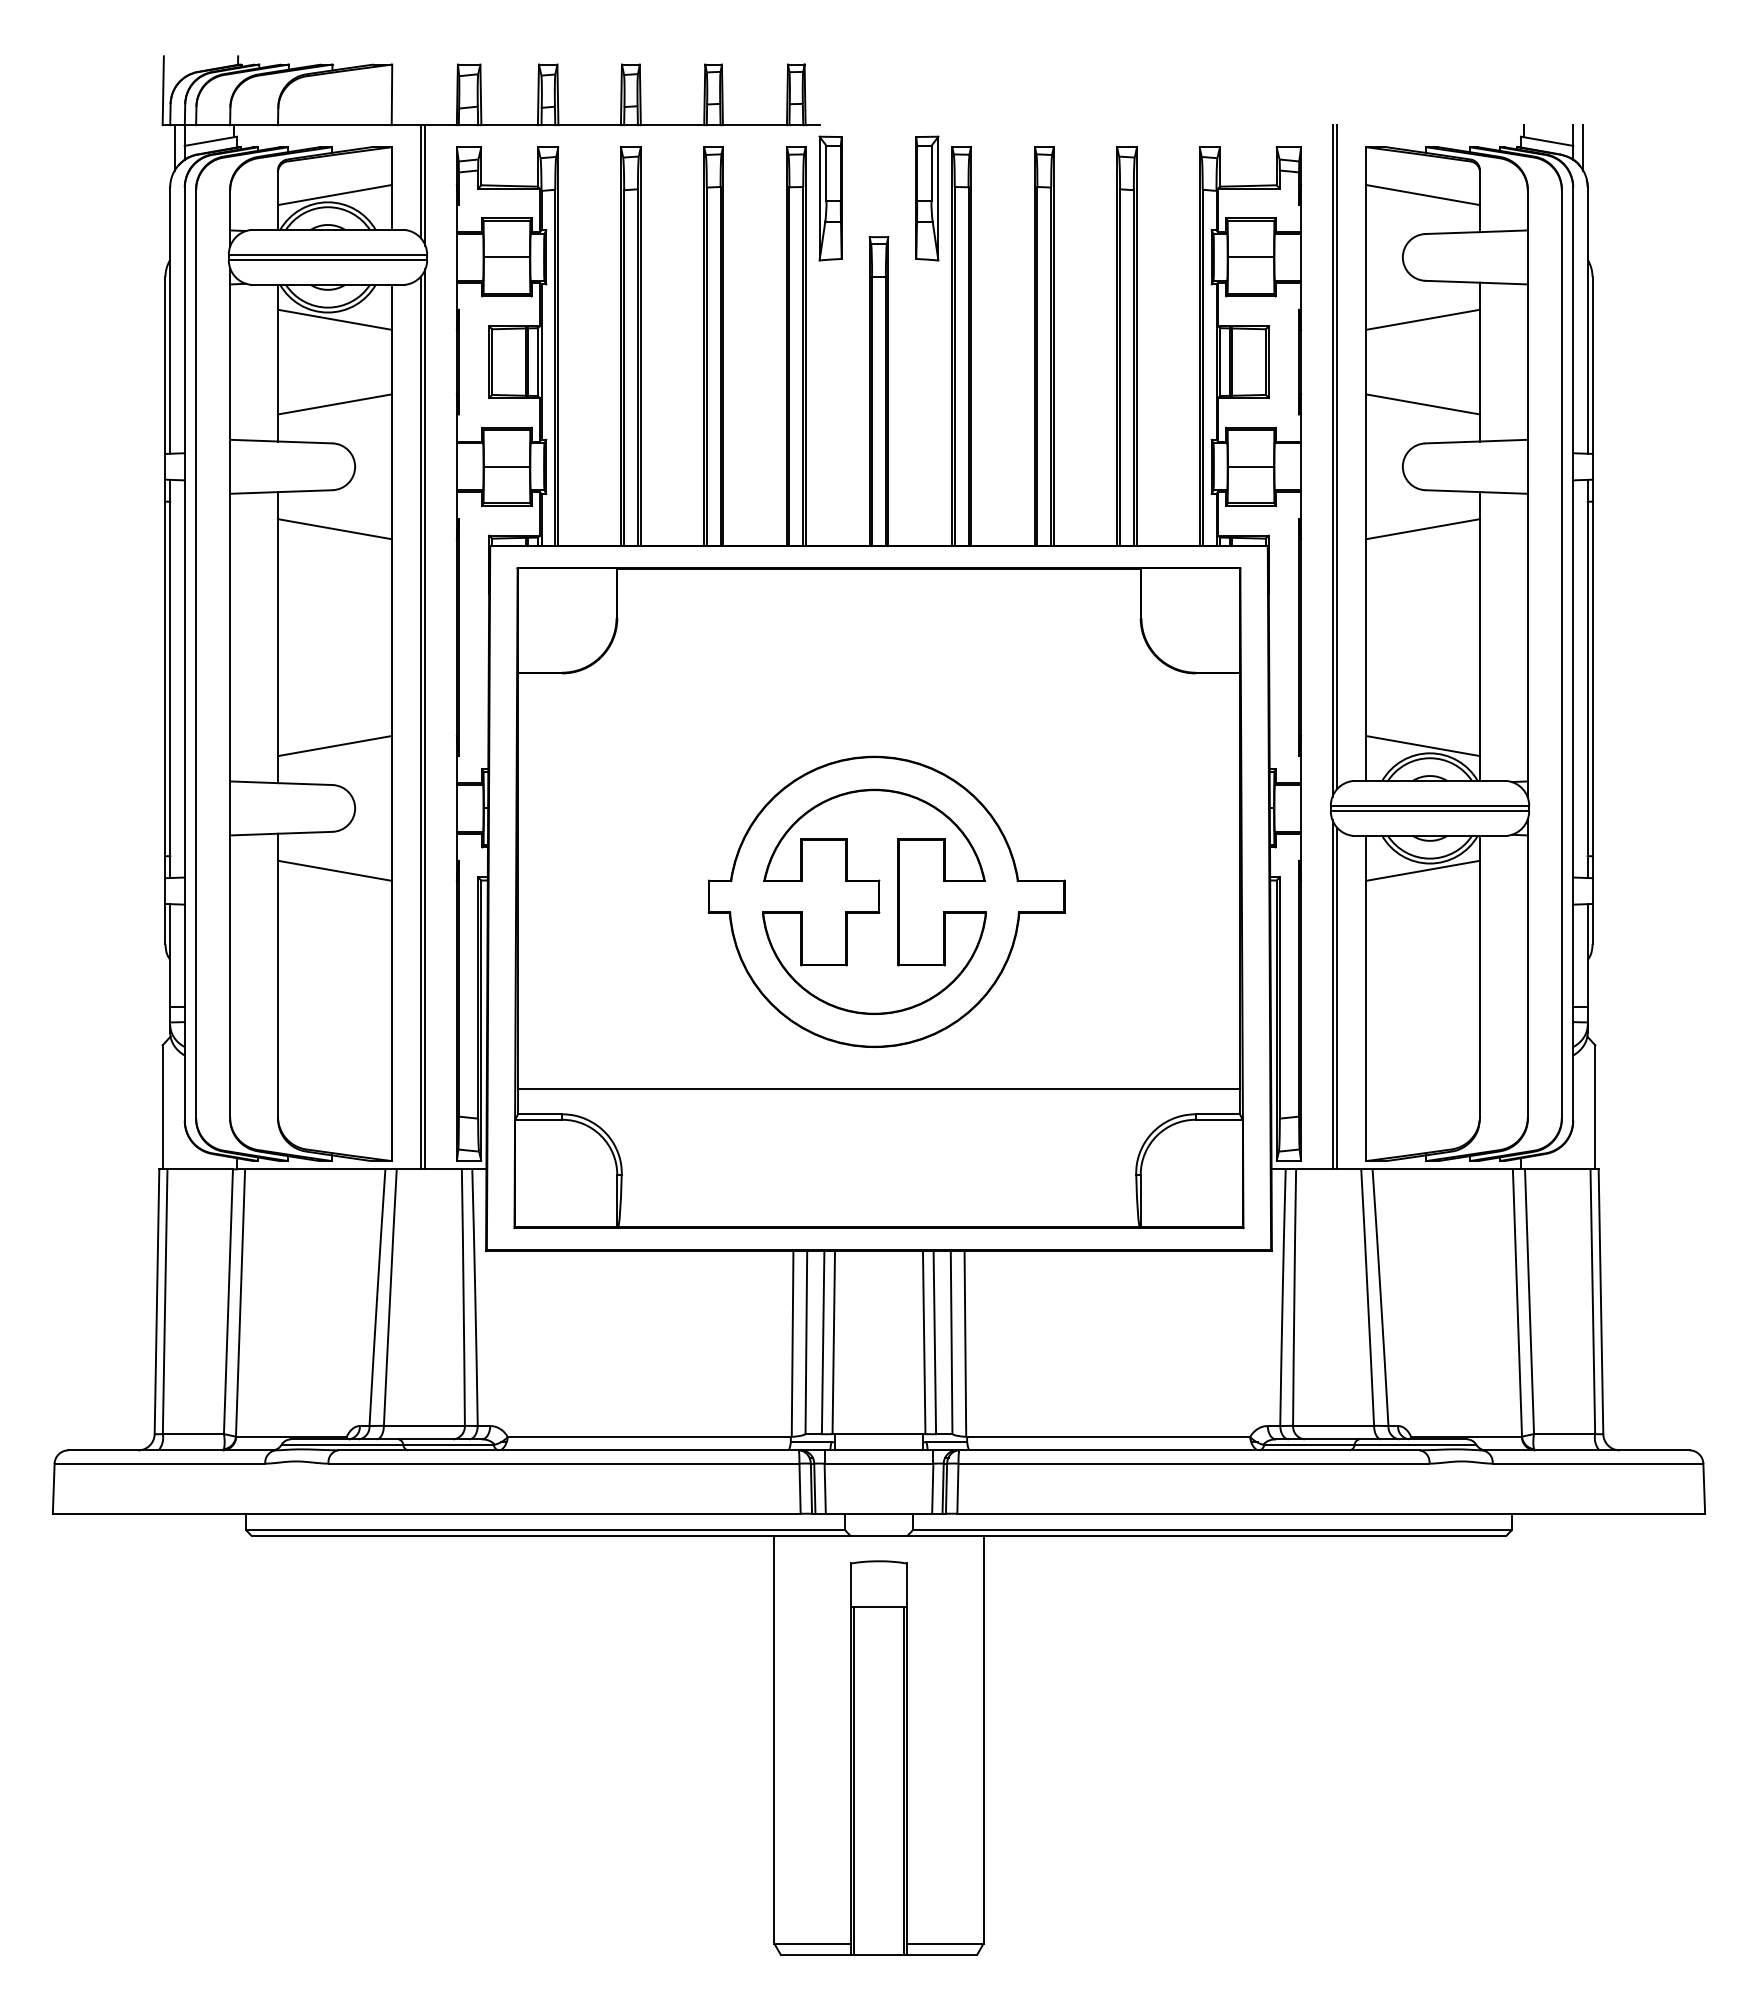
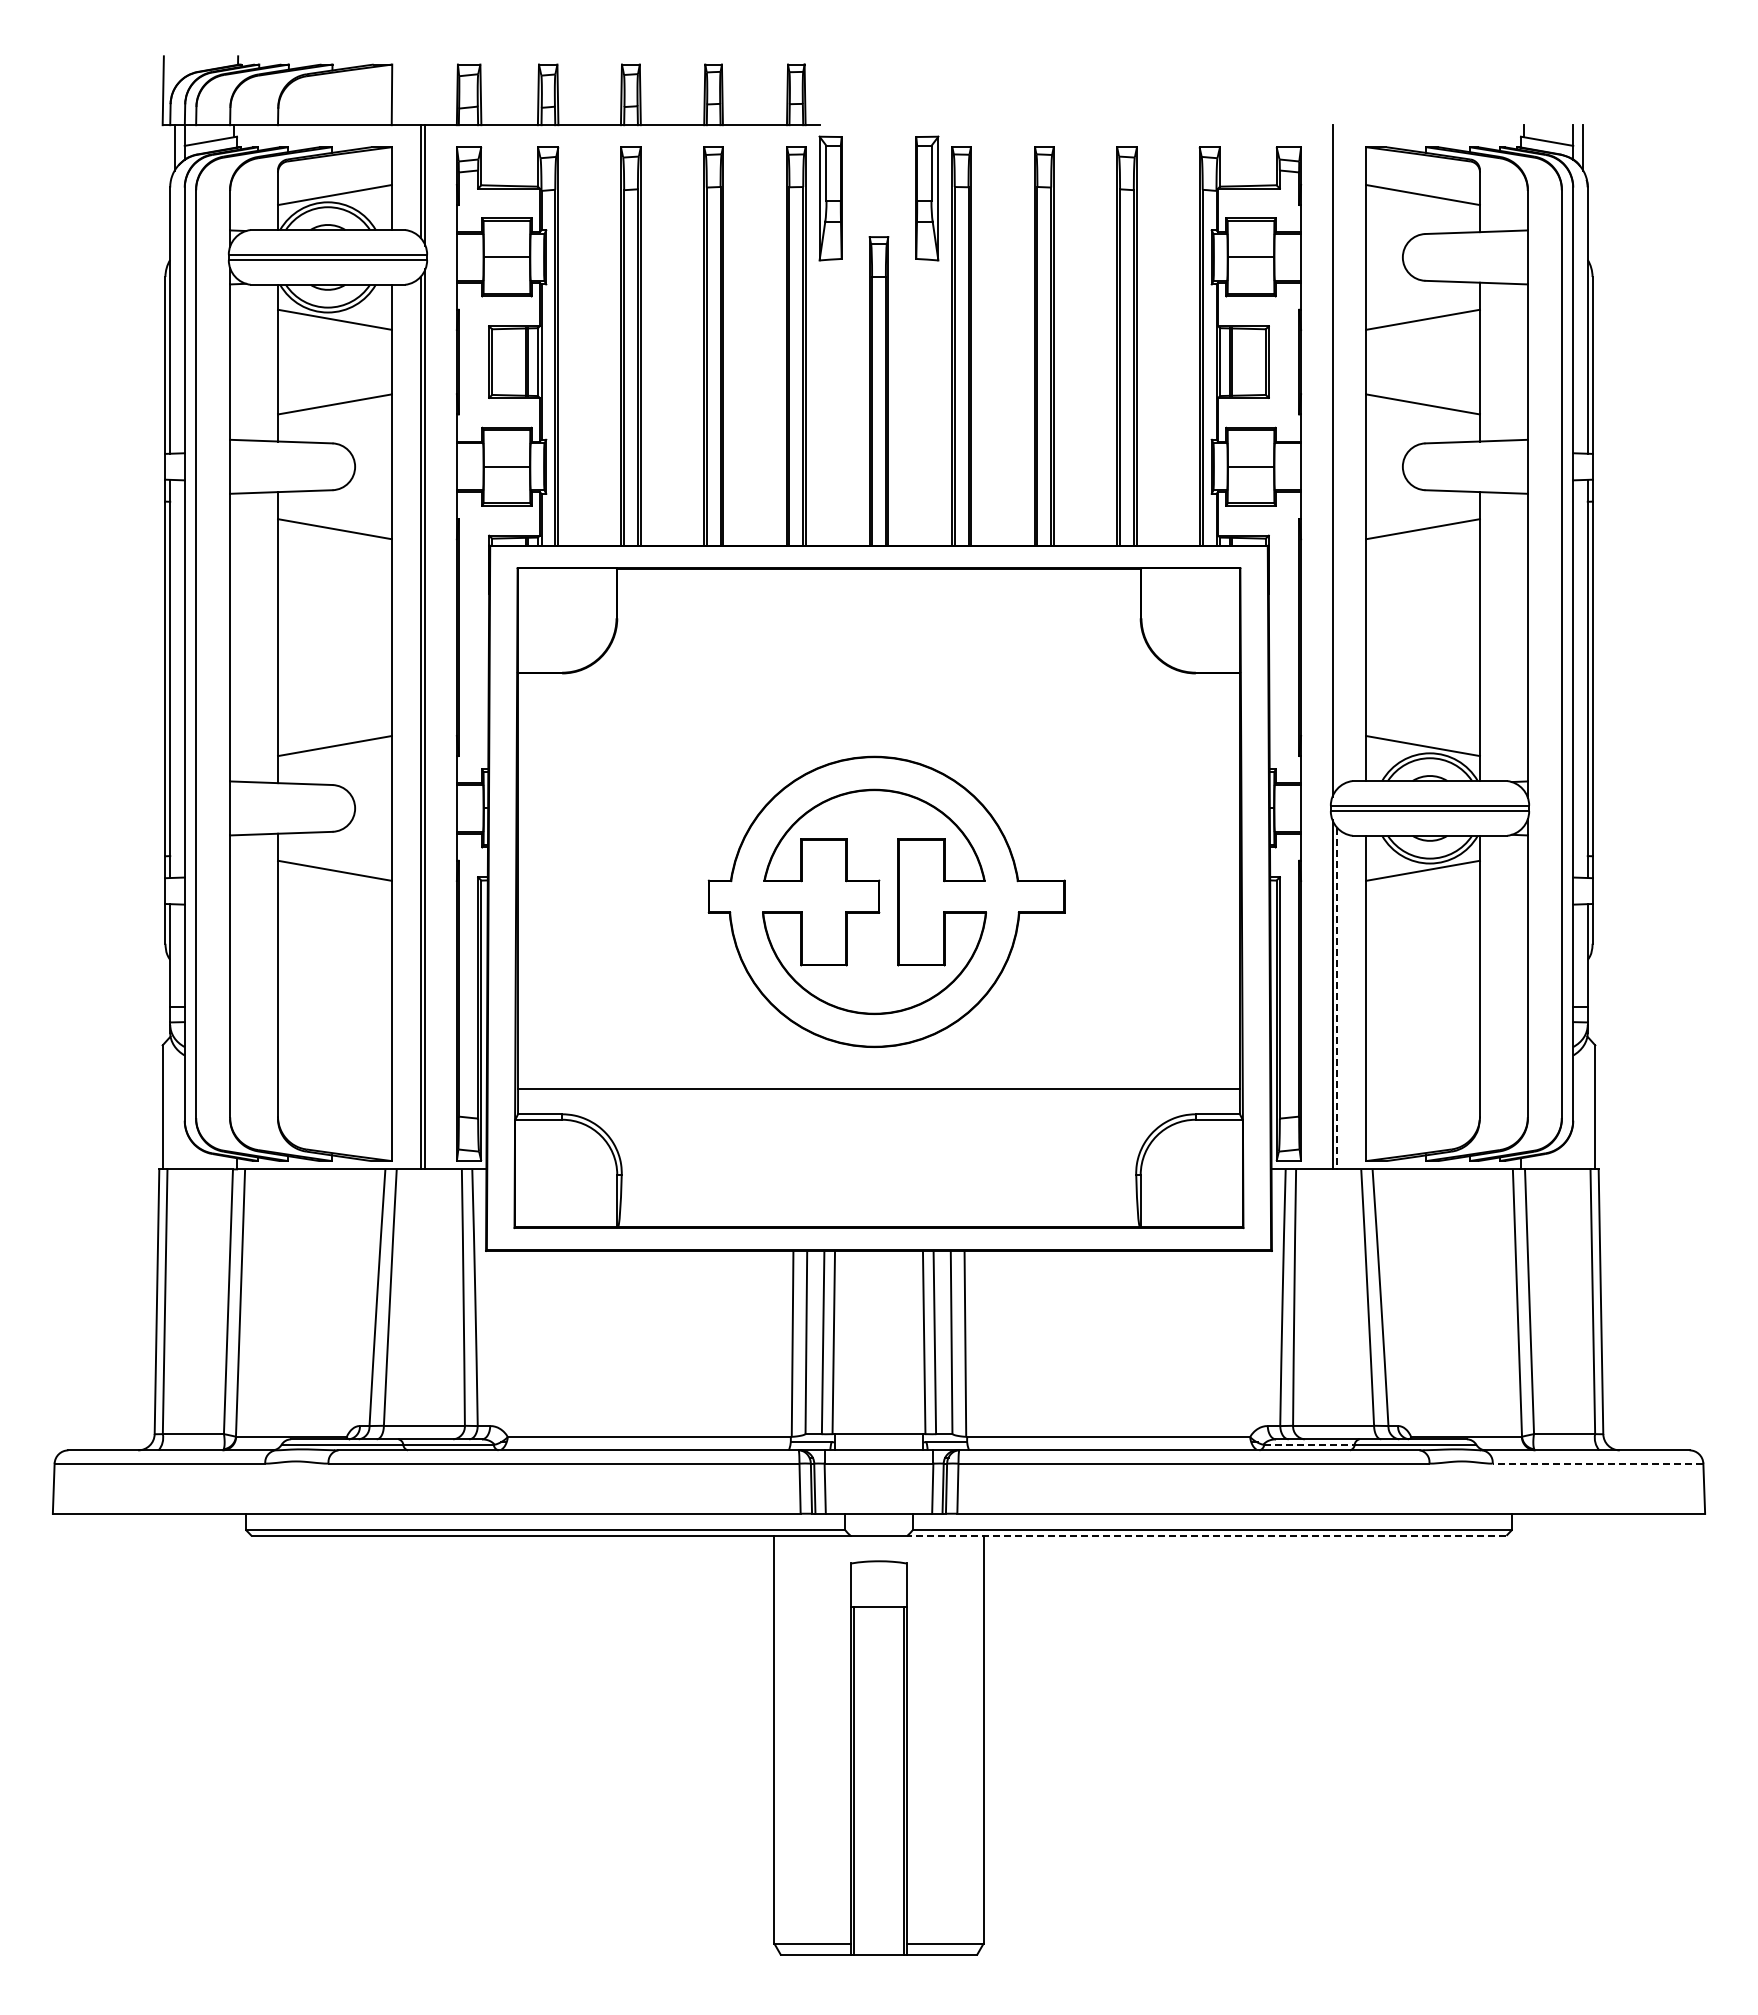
line at (1337, 457): present -> none
line at (1337, 998): solid -> dashed
line at (1309, 1444): solid -> dashed
line at (1597, 1463): solid -> dashed
line at (1206, 1535): solid -> dashed
